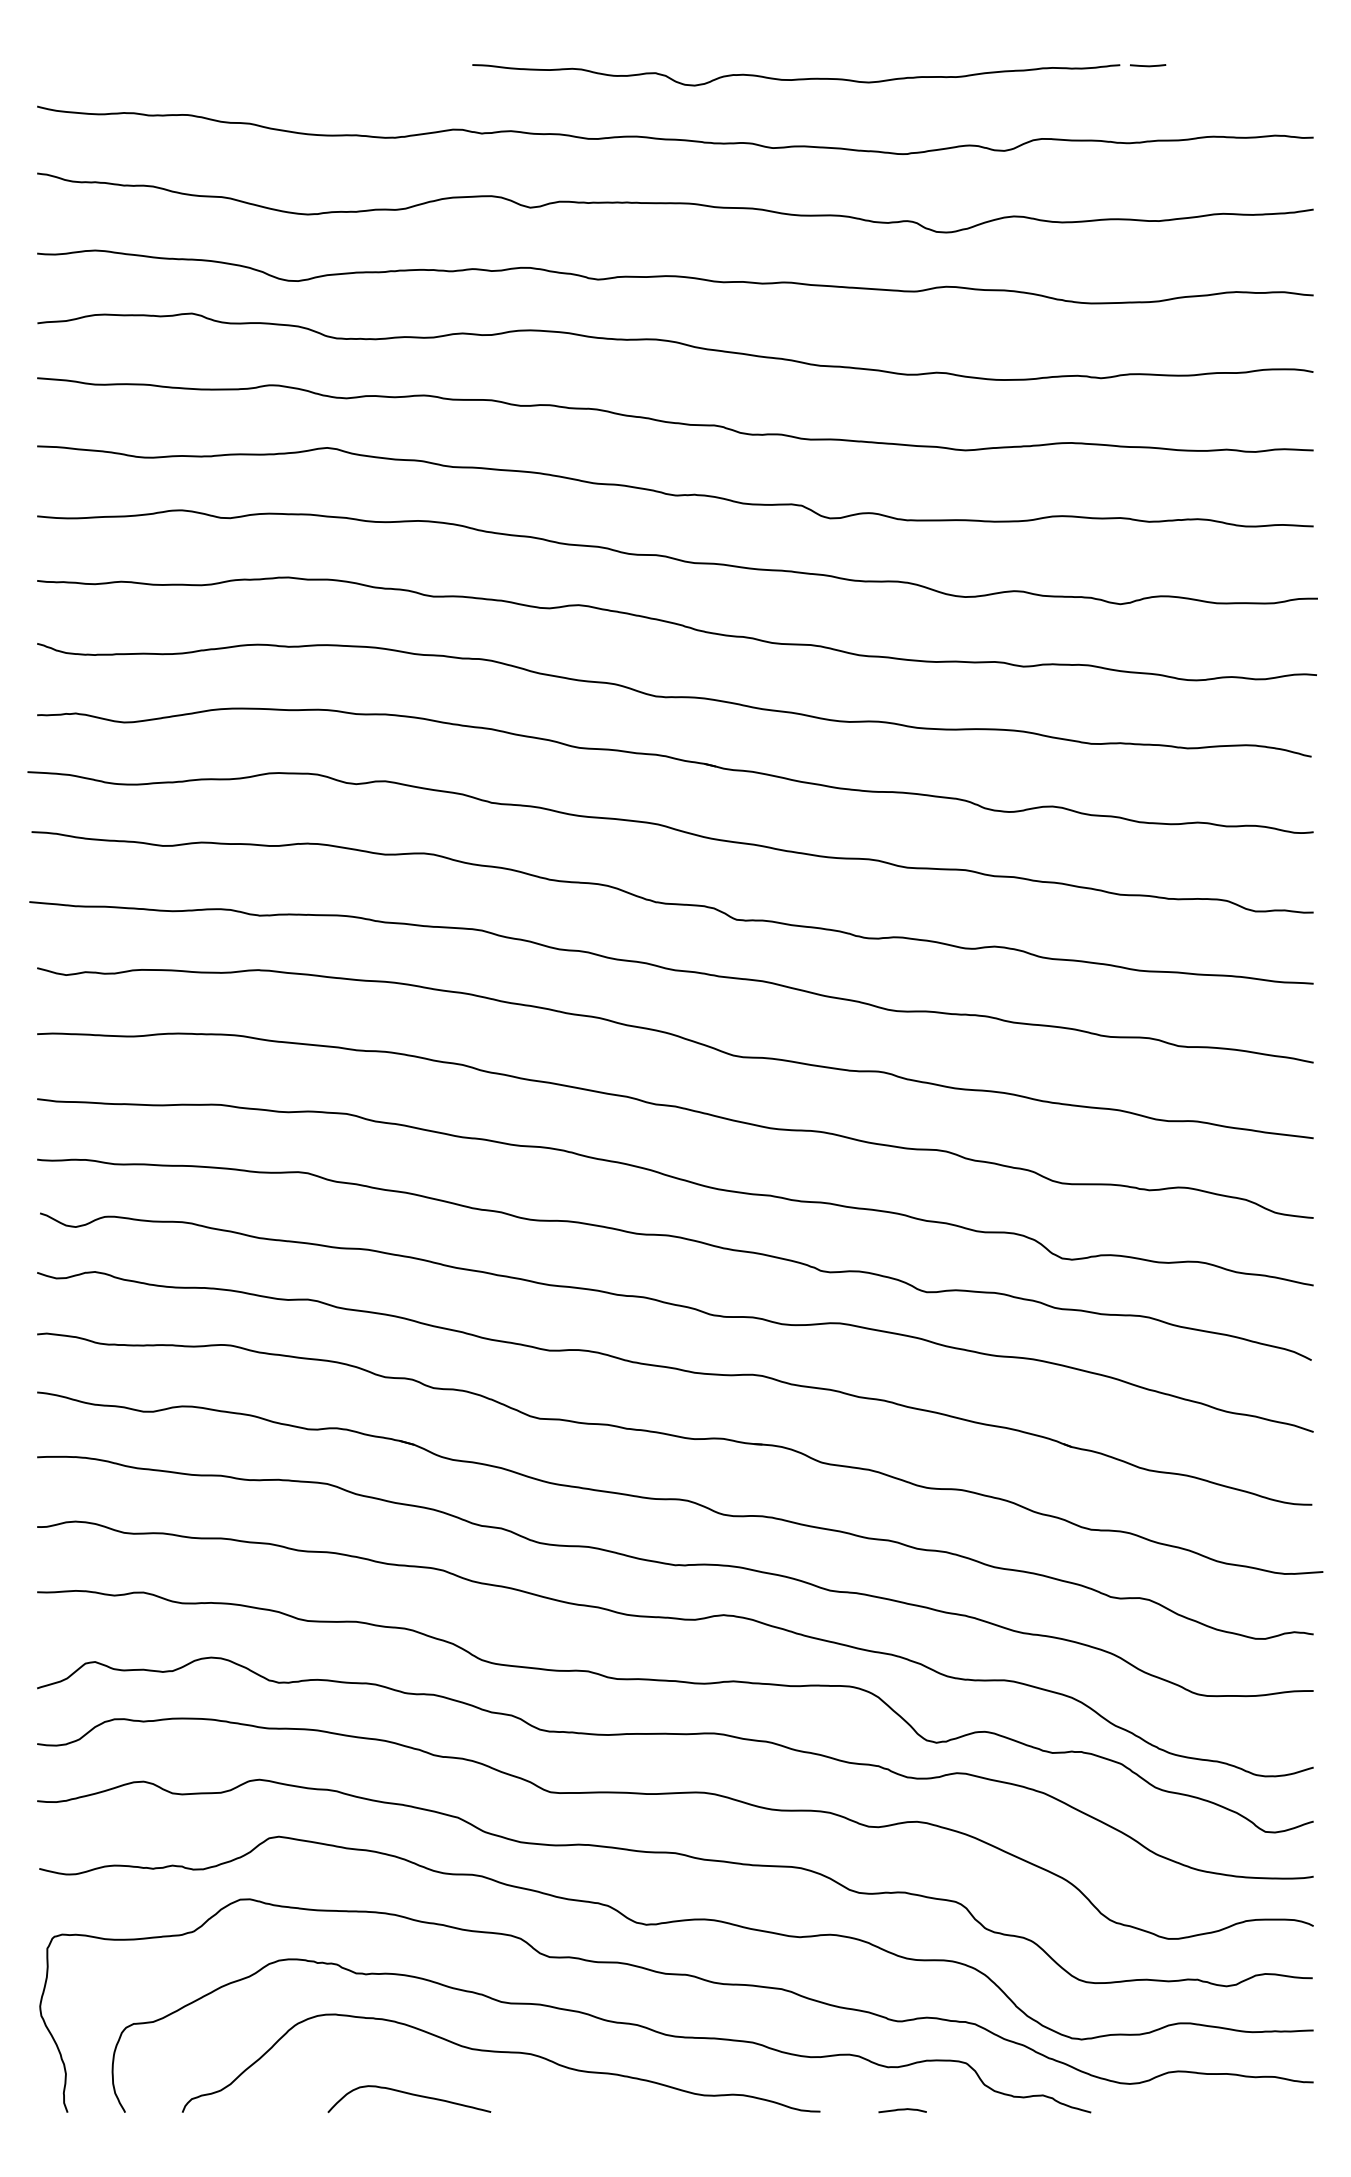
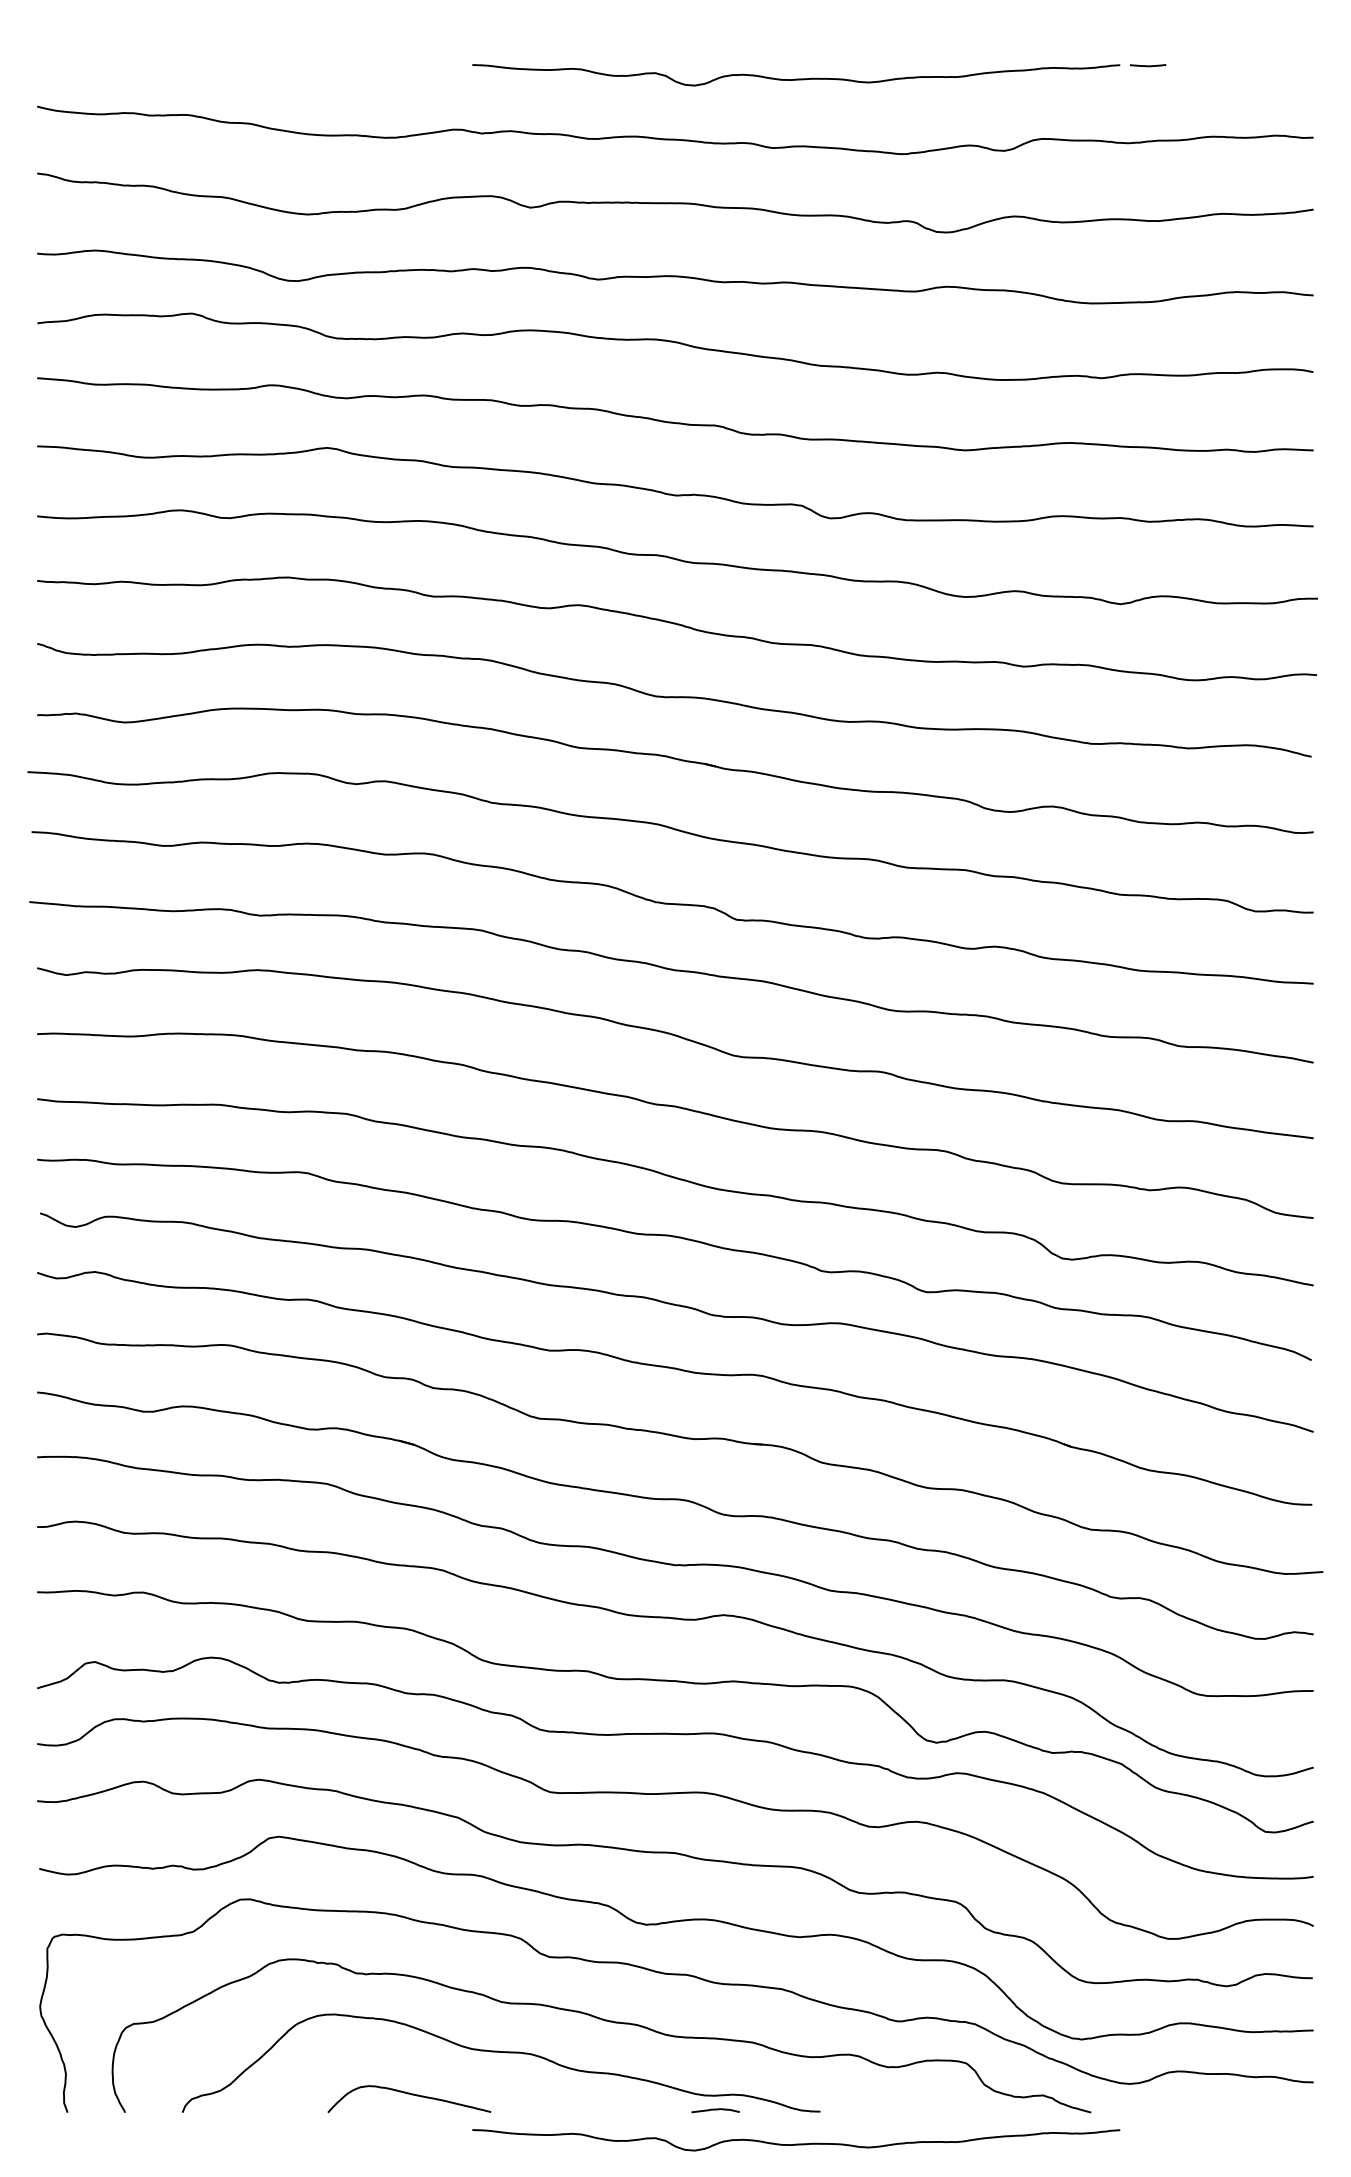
curve at (902, 2110) position: (902, 2110) -> (715, 2110)
curve at (796, 2143): none -> present
